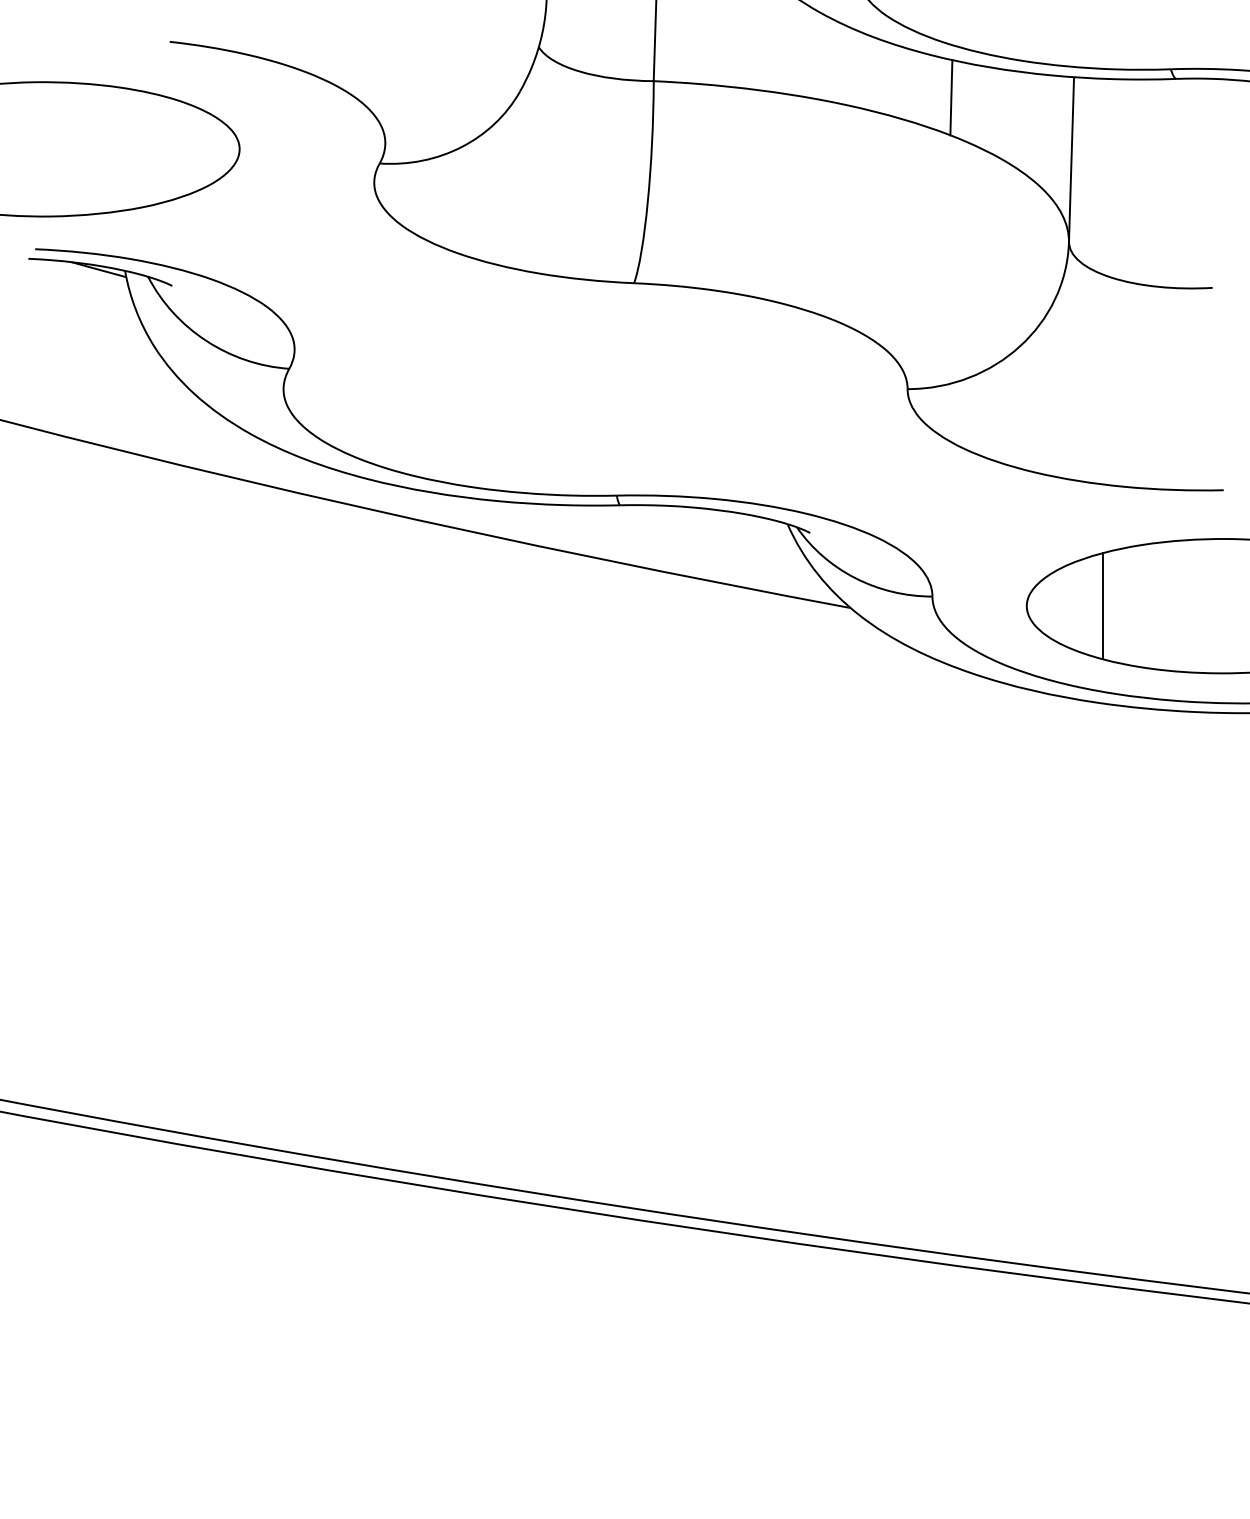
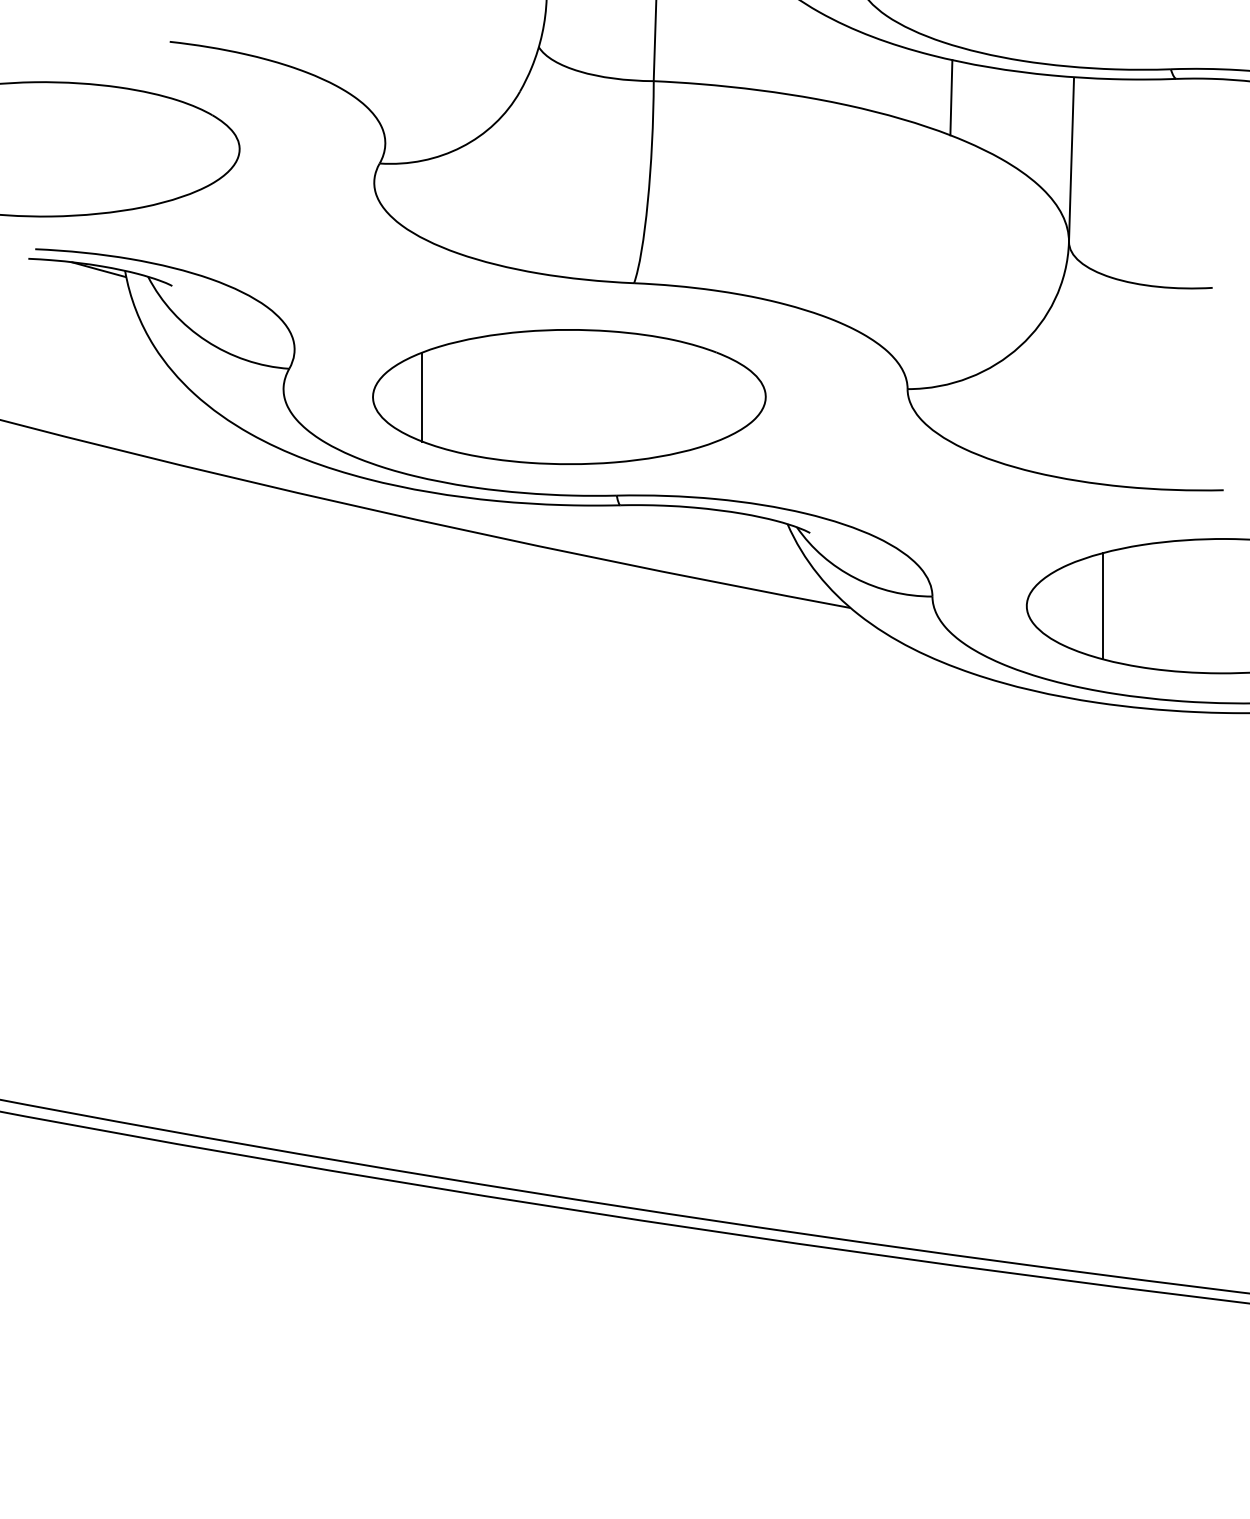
part at (569, 397): none -> present
